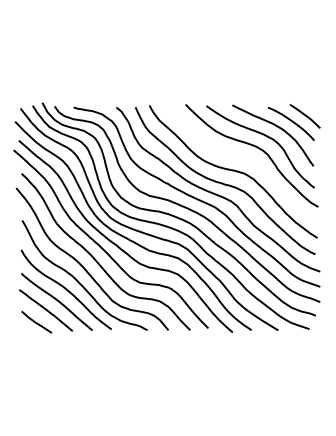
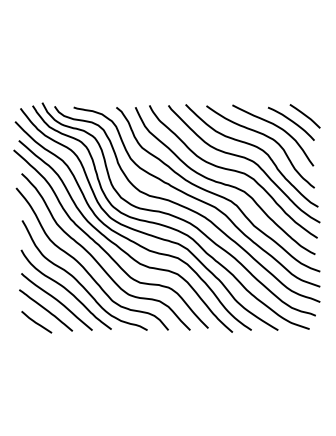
curve at (245, 159): none -> present
